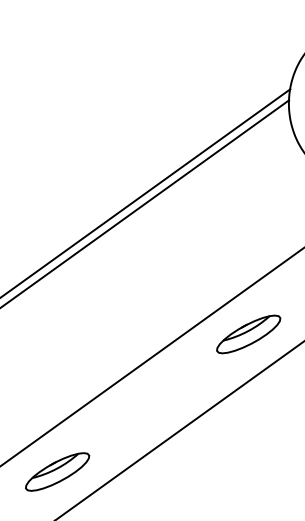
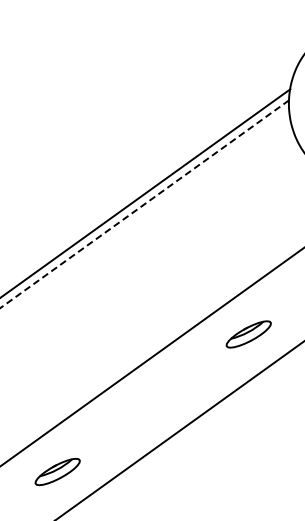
line at (144, 204): solid -> dashed
part at (248, 334) size: 66x41 px -> 47x29 px
part at (57, 471) size: 66x40 px -> 47x30 px
